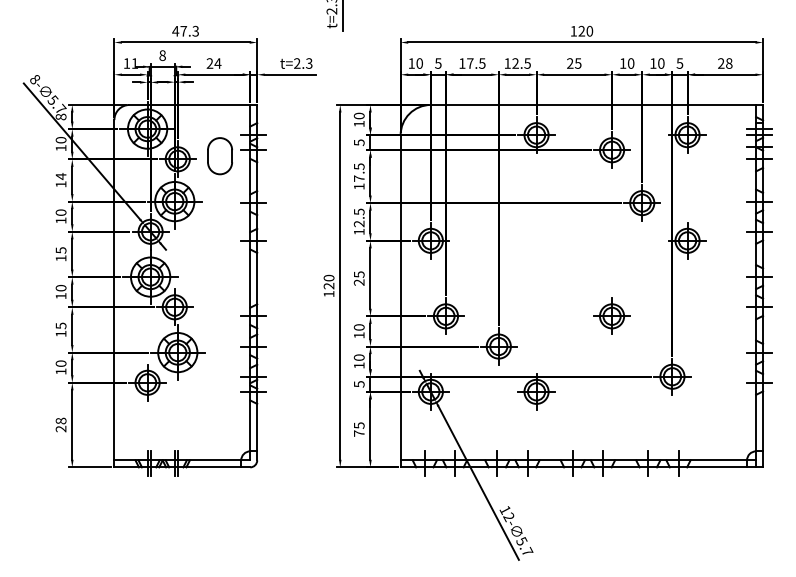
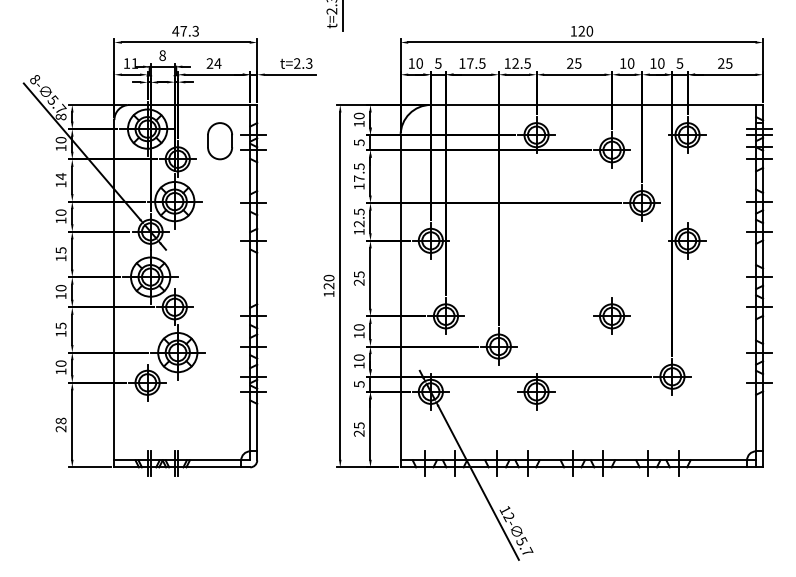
text at (729, 63): 28 -> 25
part at (219, 156) position: (219, 156) -> (219, 141)
text at (358, 433): 75 -> 25
